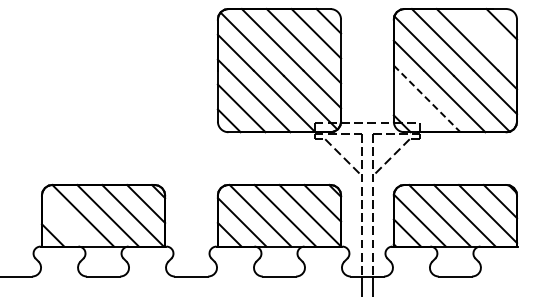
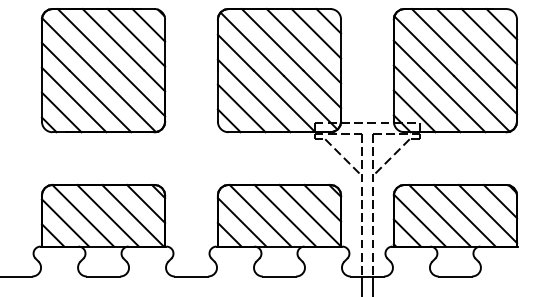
line at (489, 36): none -> present
part at (103, 70): none -> present
line at (427, 99): dashed -> solid
line at (414, 111): none -> present
line at (65, 222): none -> present
